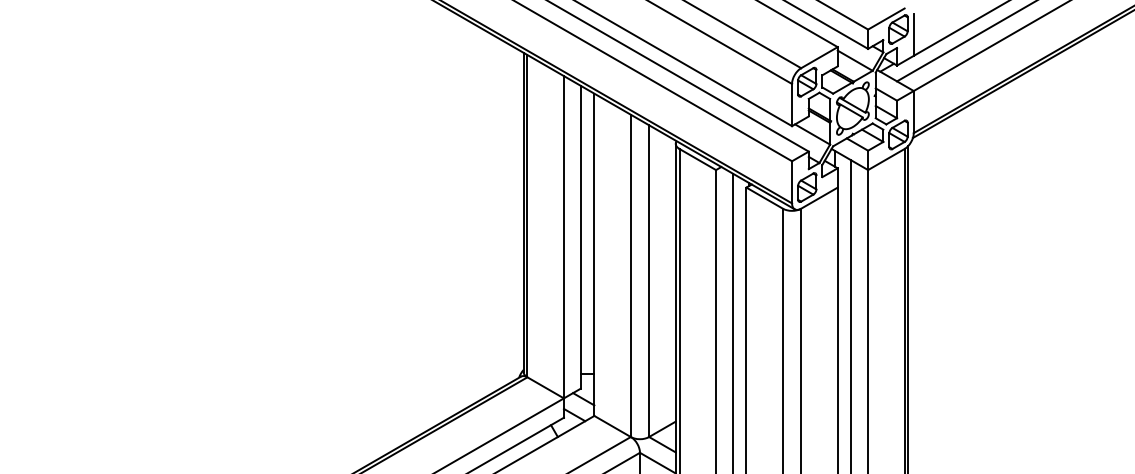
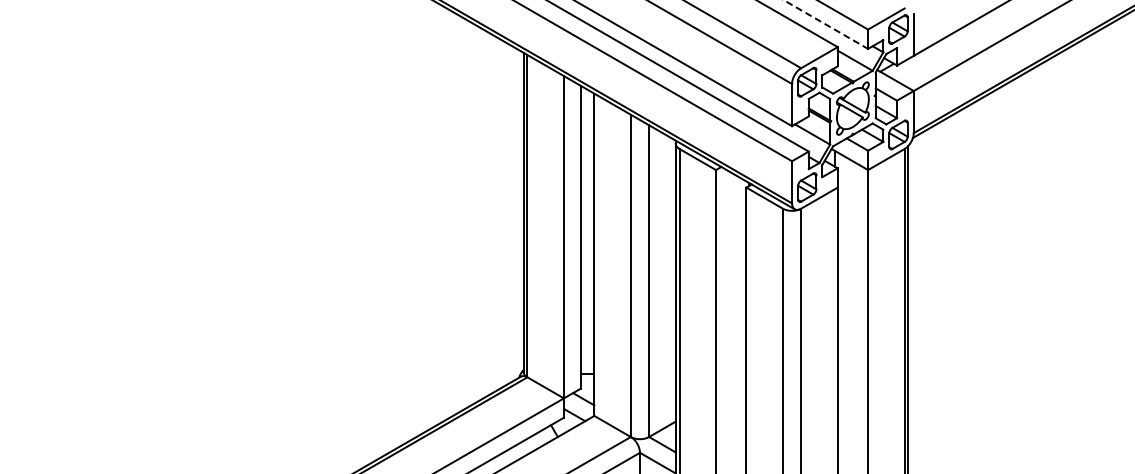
line at (826, 24): solid -> dashed
line at (965, 41): present -> none
line at (851, 315): present -> none
line at (732, 321): present -> none
